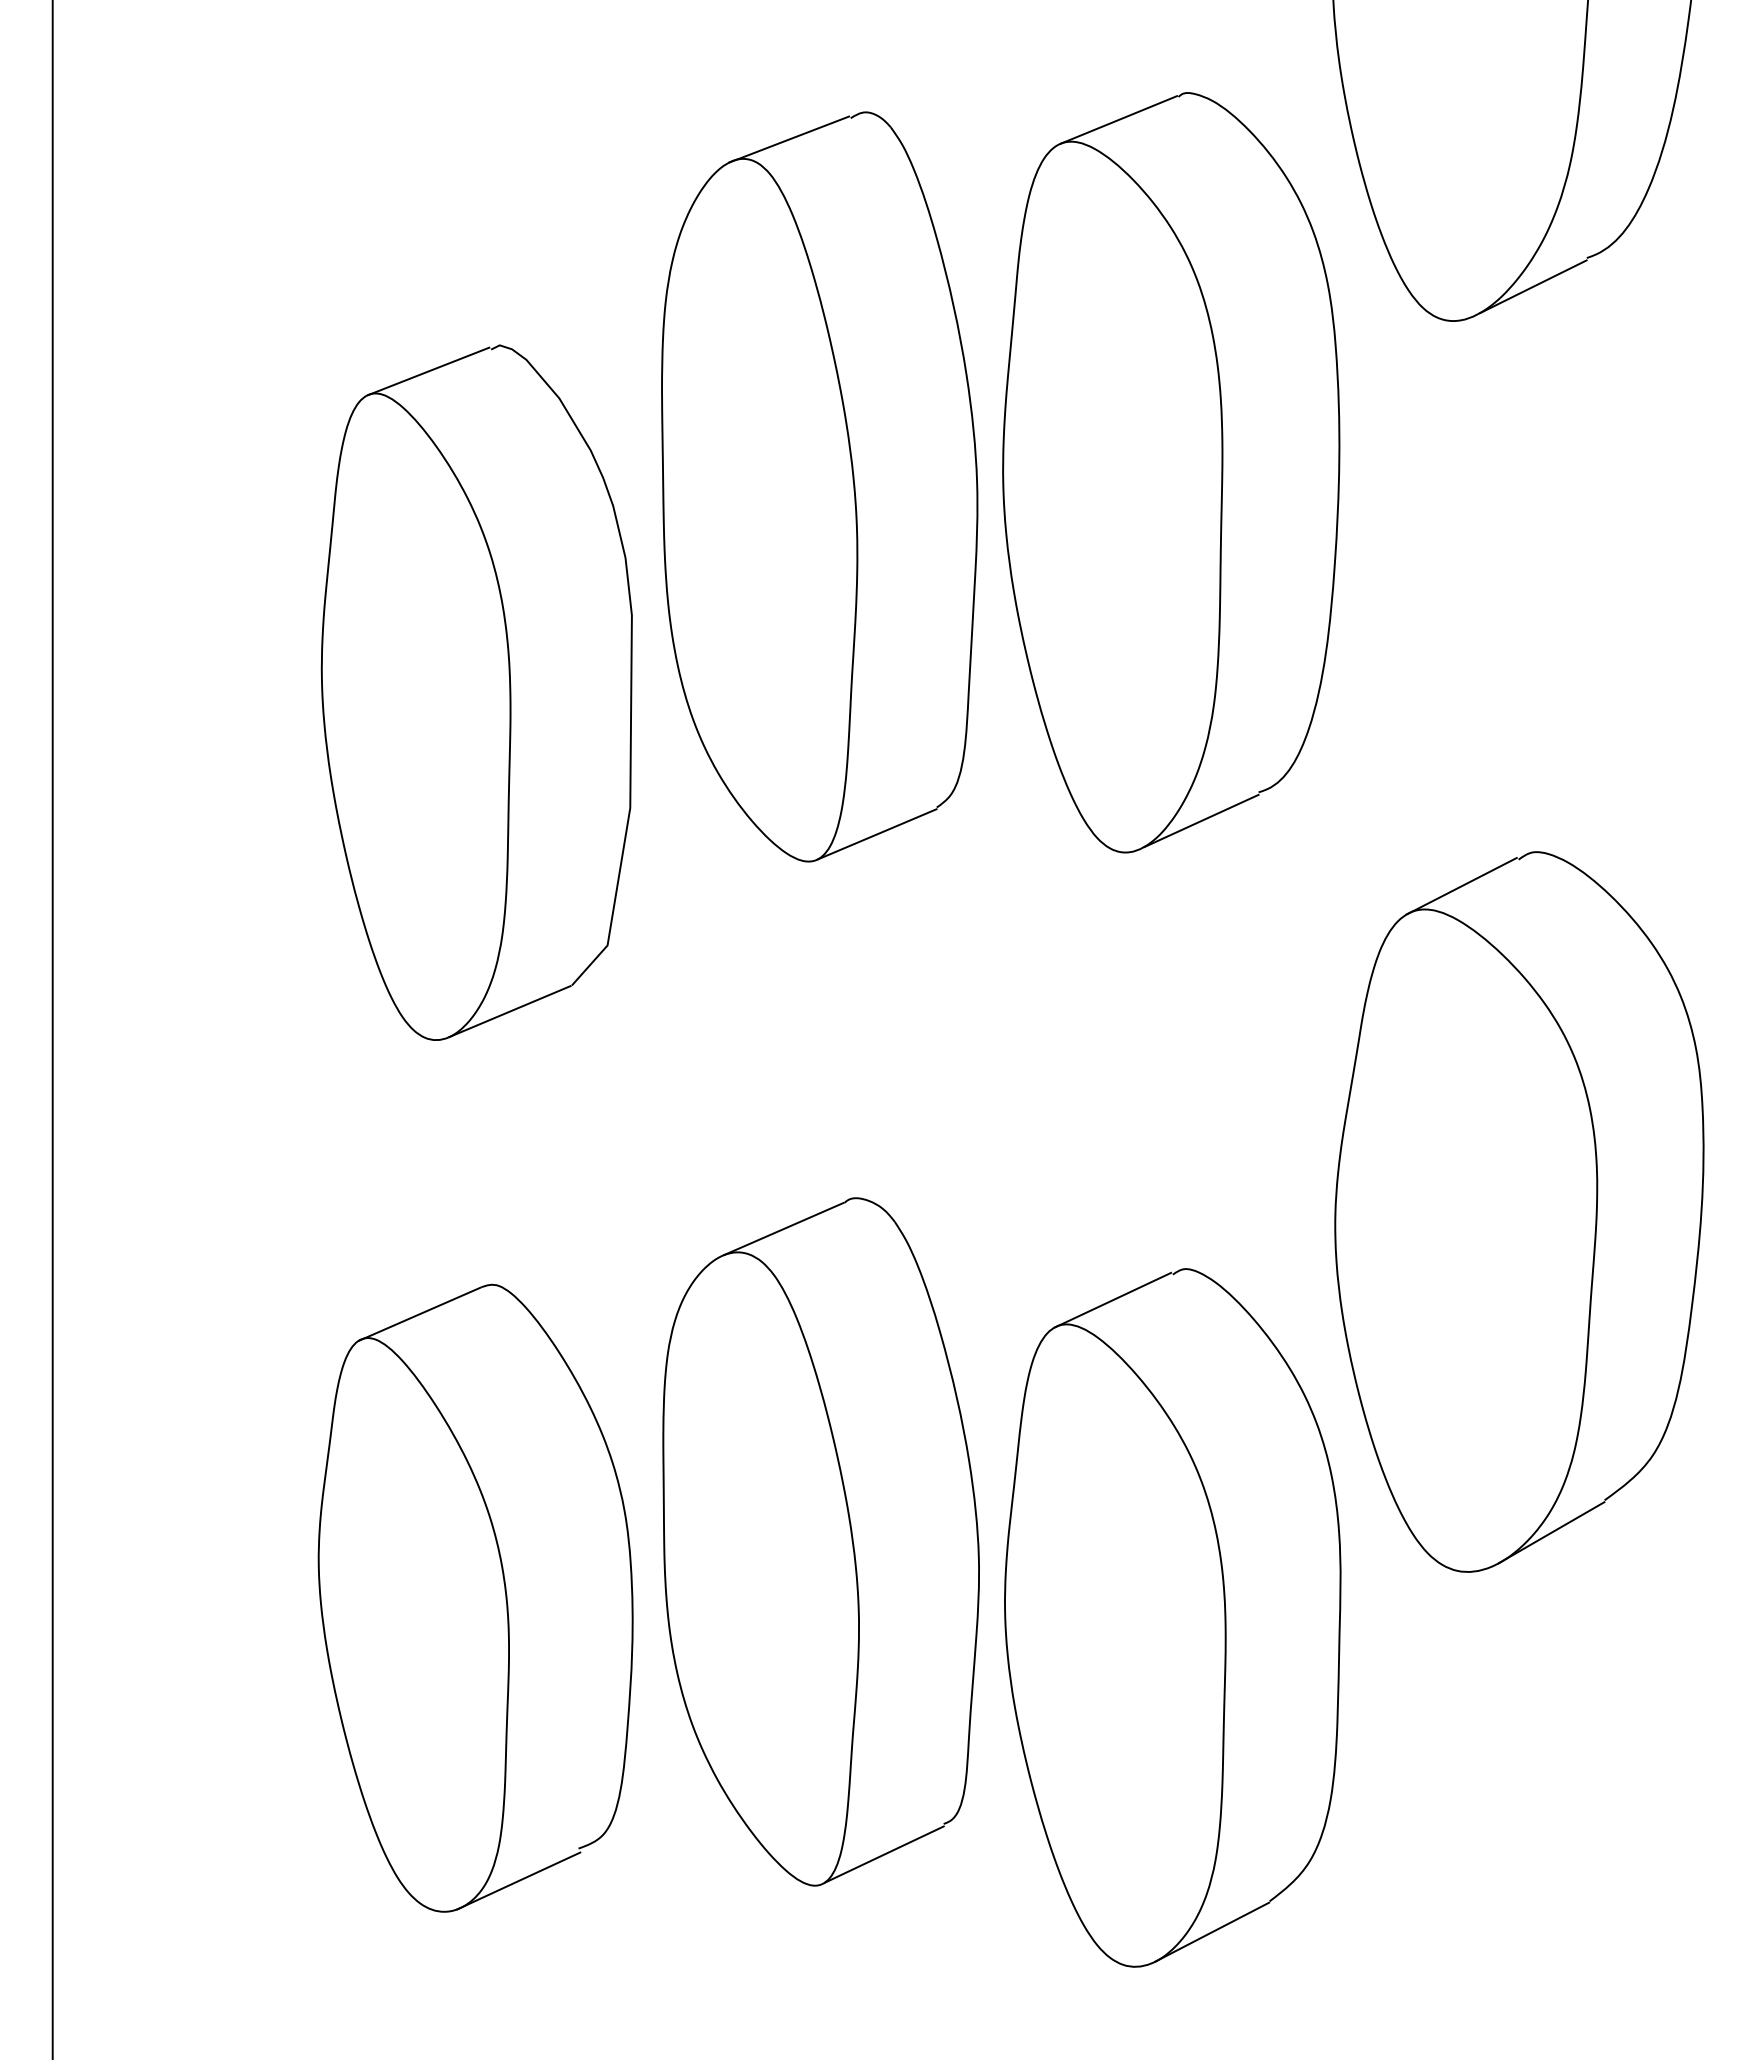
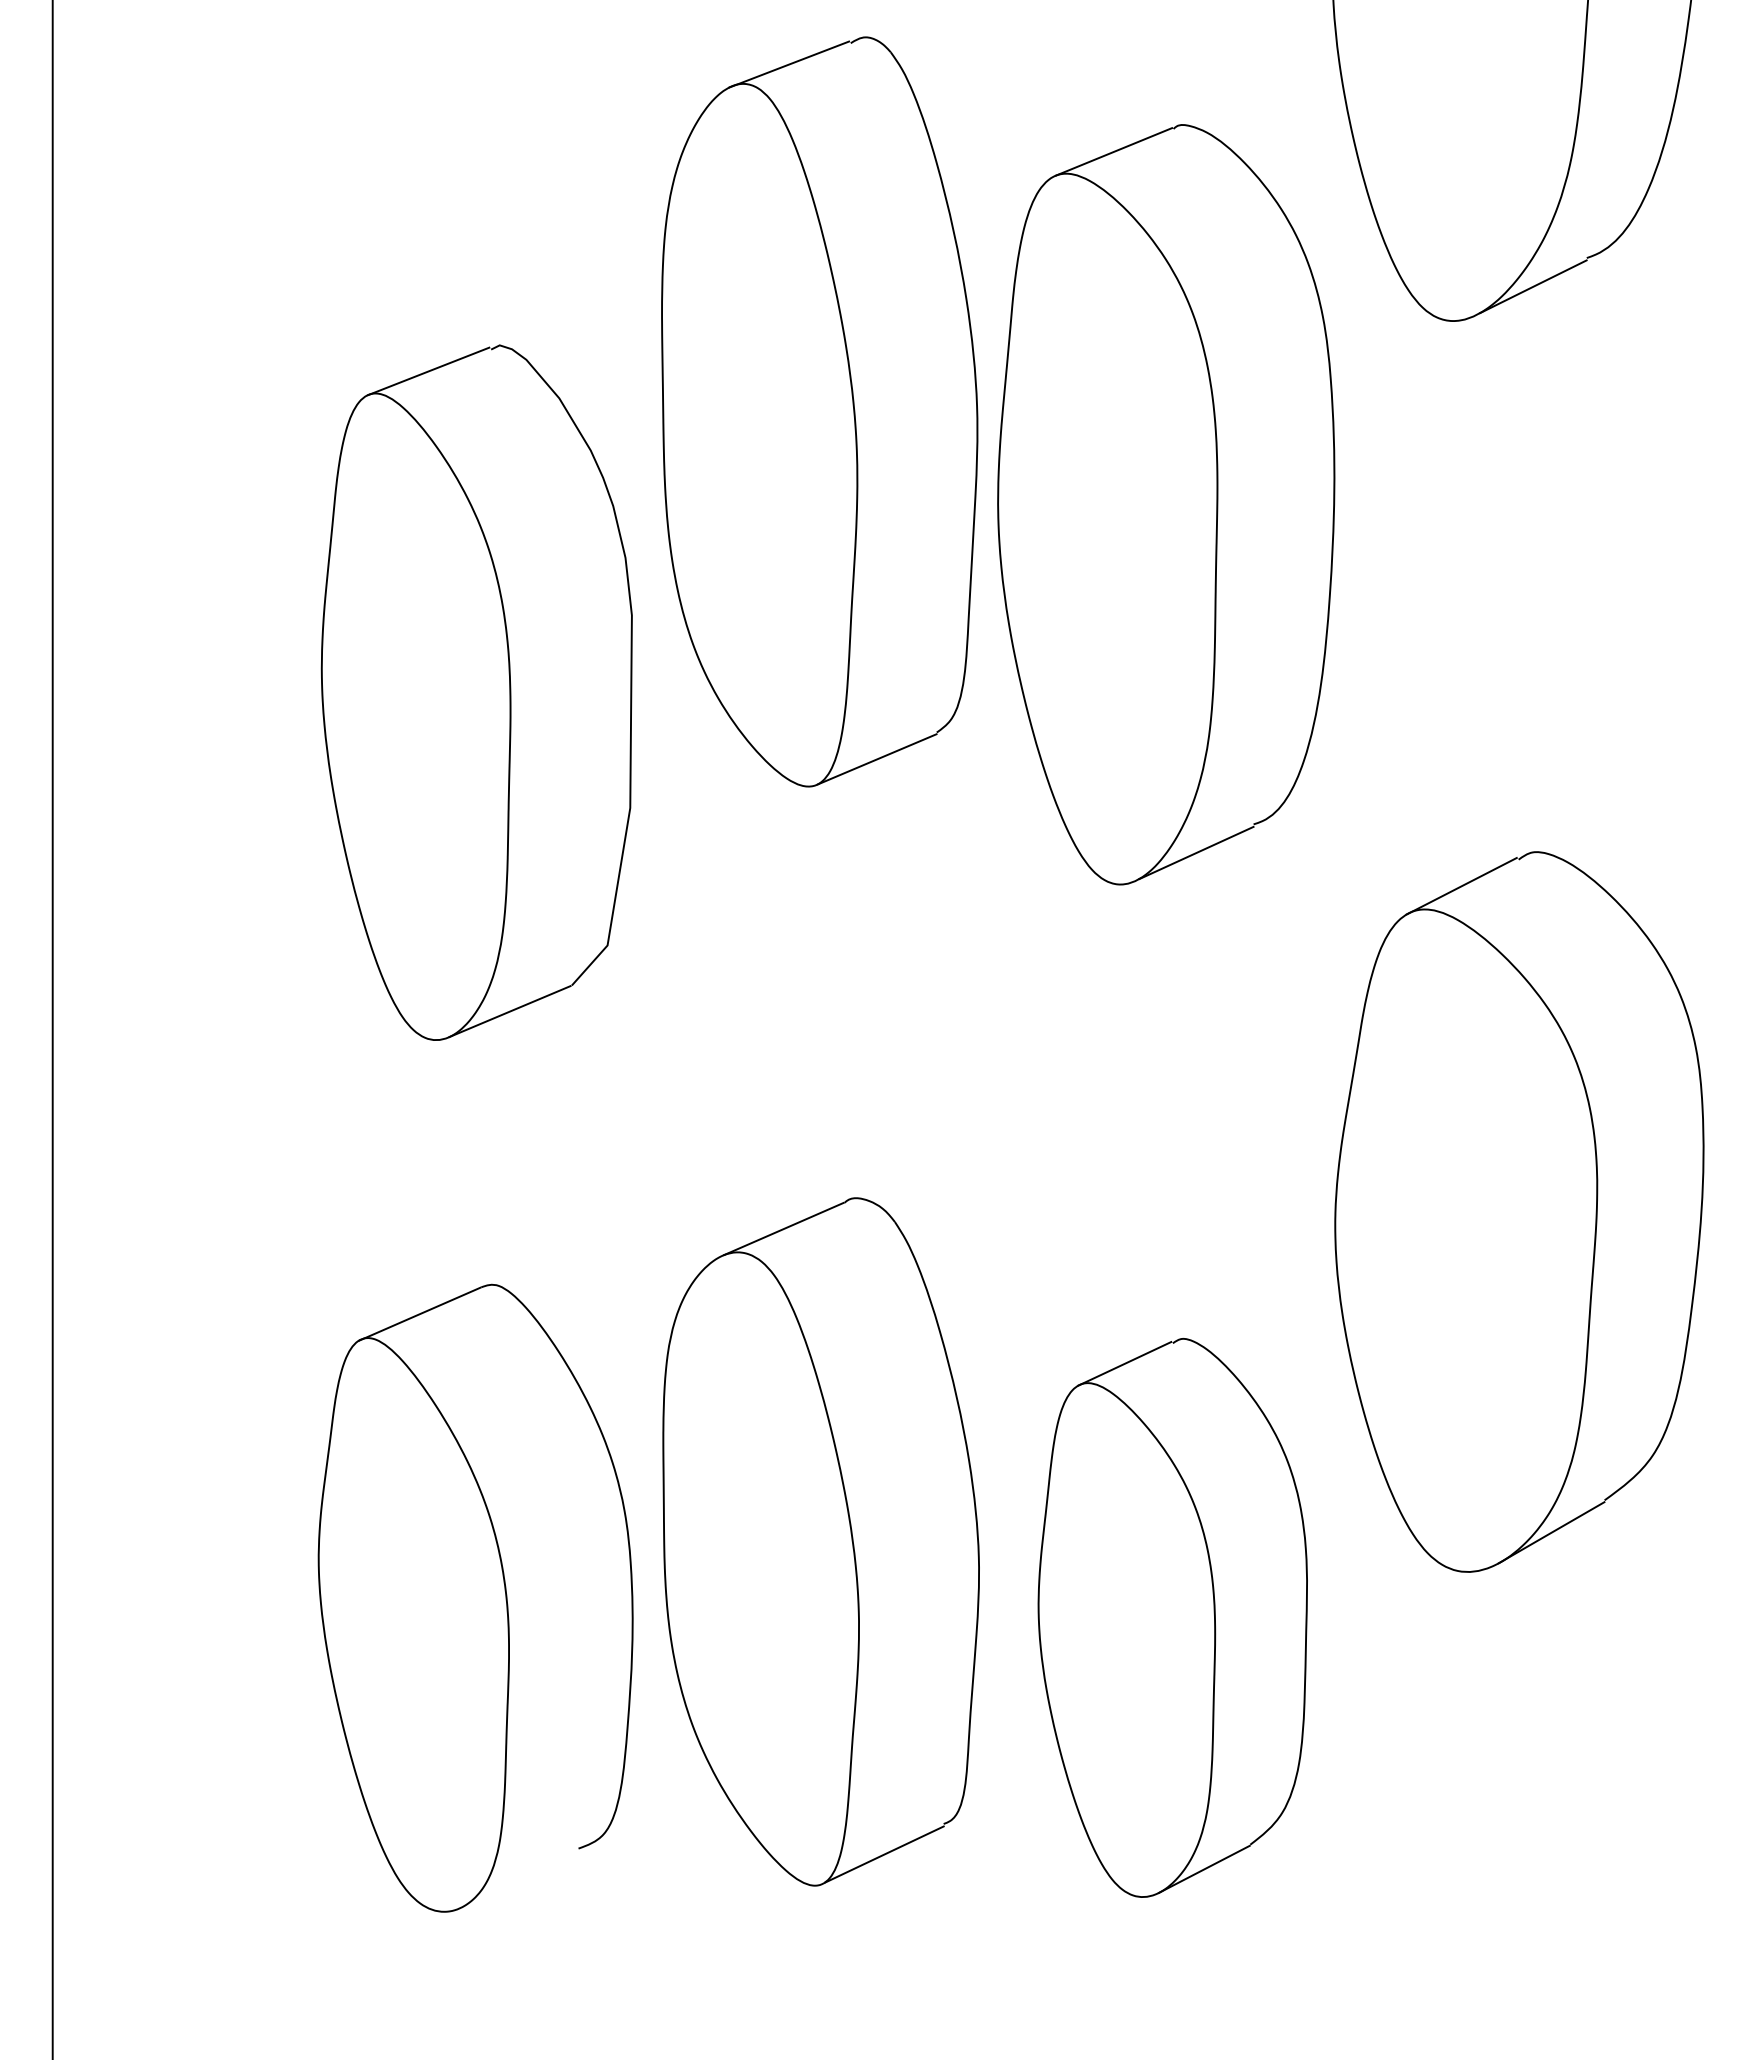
part at (1171, 472) position: (1171, 472) -> (1166, 504)
part at (819, 486) position: (819, 486) -> (819, 411)
part at (1172, 1617) size: 338x700 px -> 271x560 px
line at (518, 1880): present -> none
